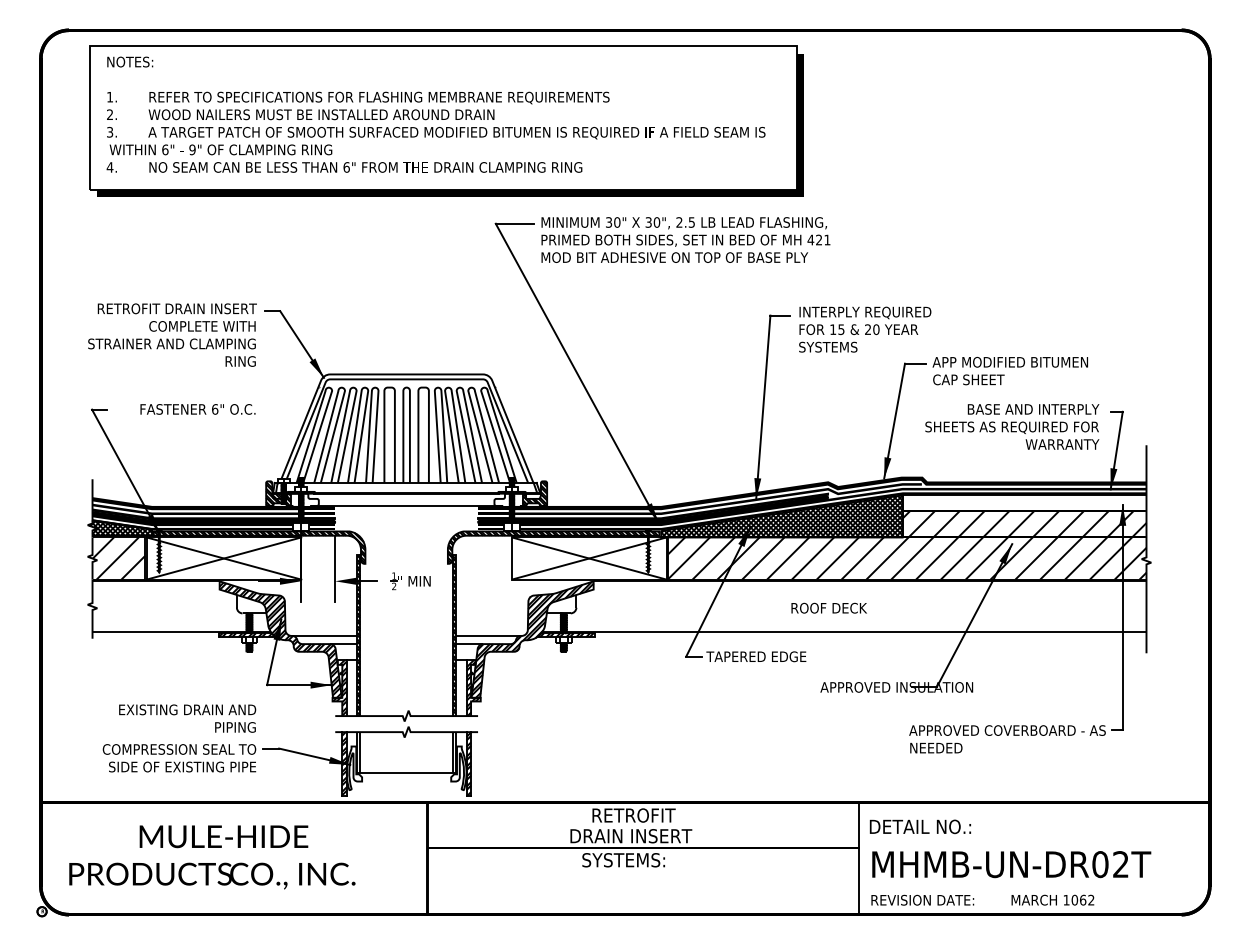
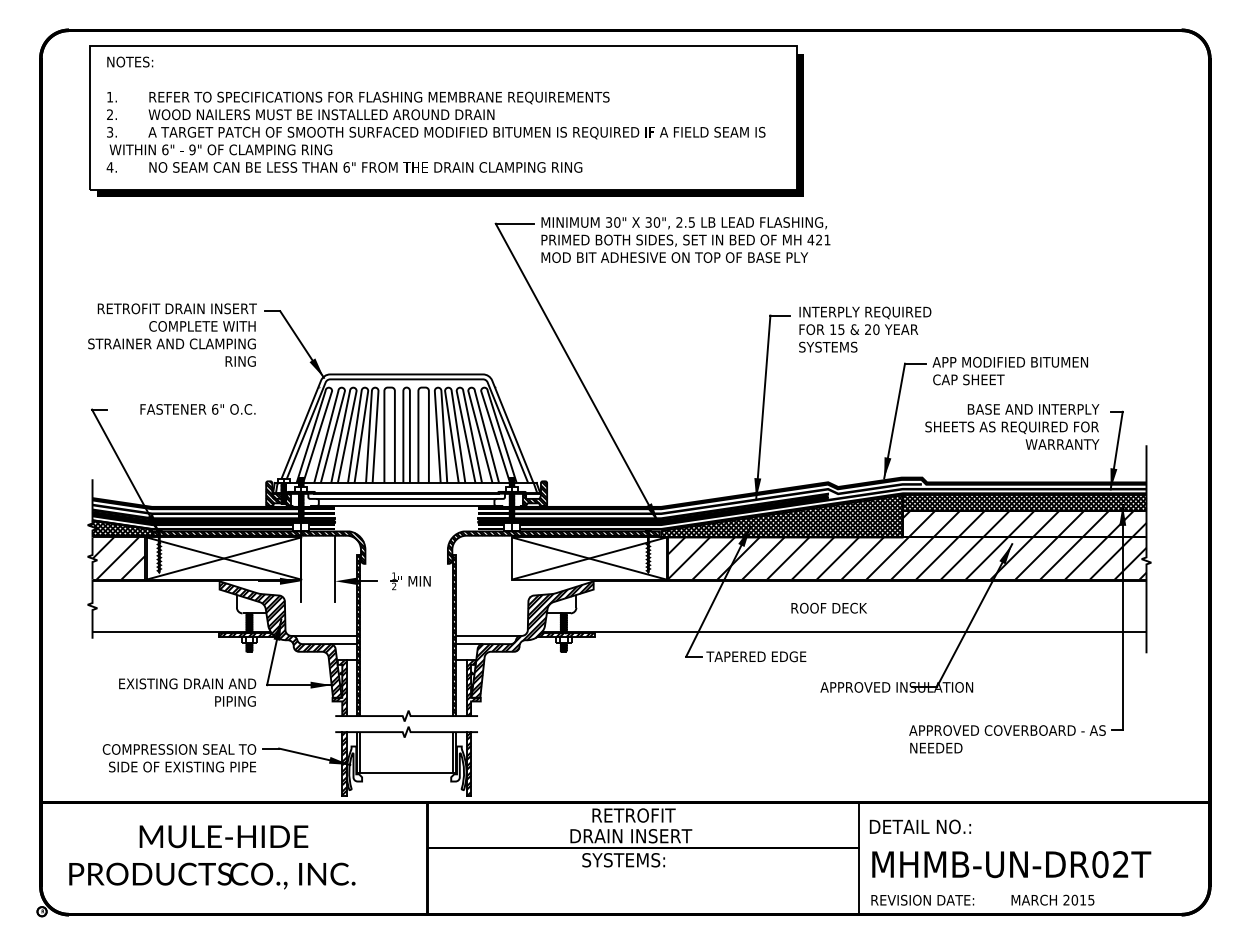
line at (406, 498): none -> present
hatch at (1024, 503): none -> present
text at (187, 718) position: (187, 718) -> (187, 692)
text at (1078, 899): 1062 -> 2015
